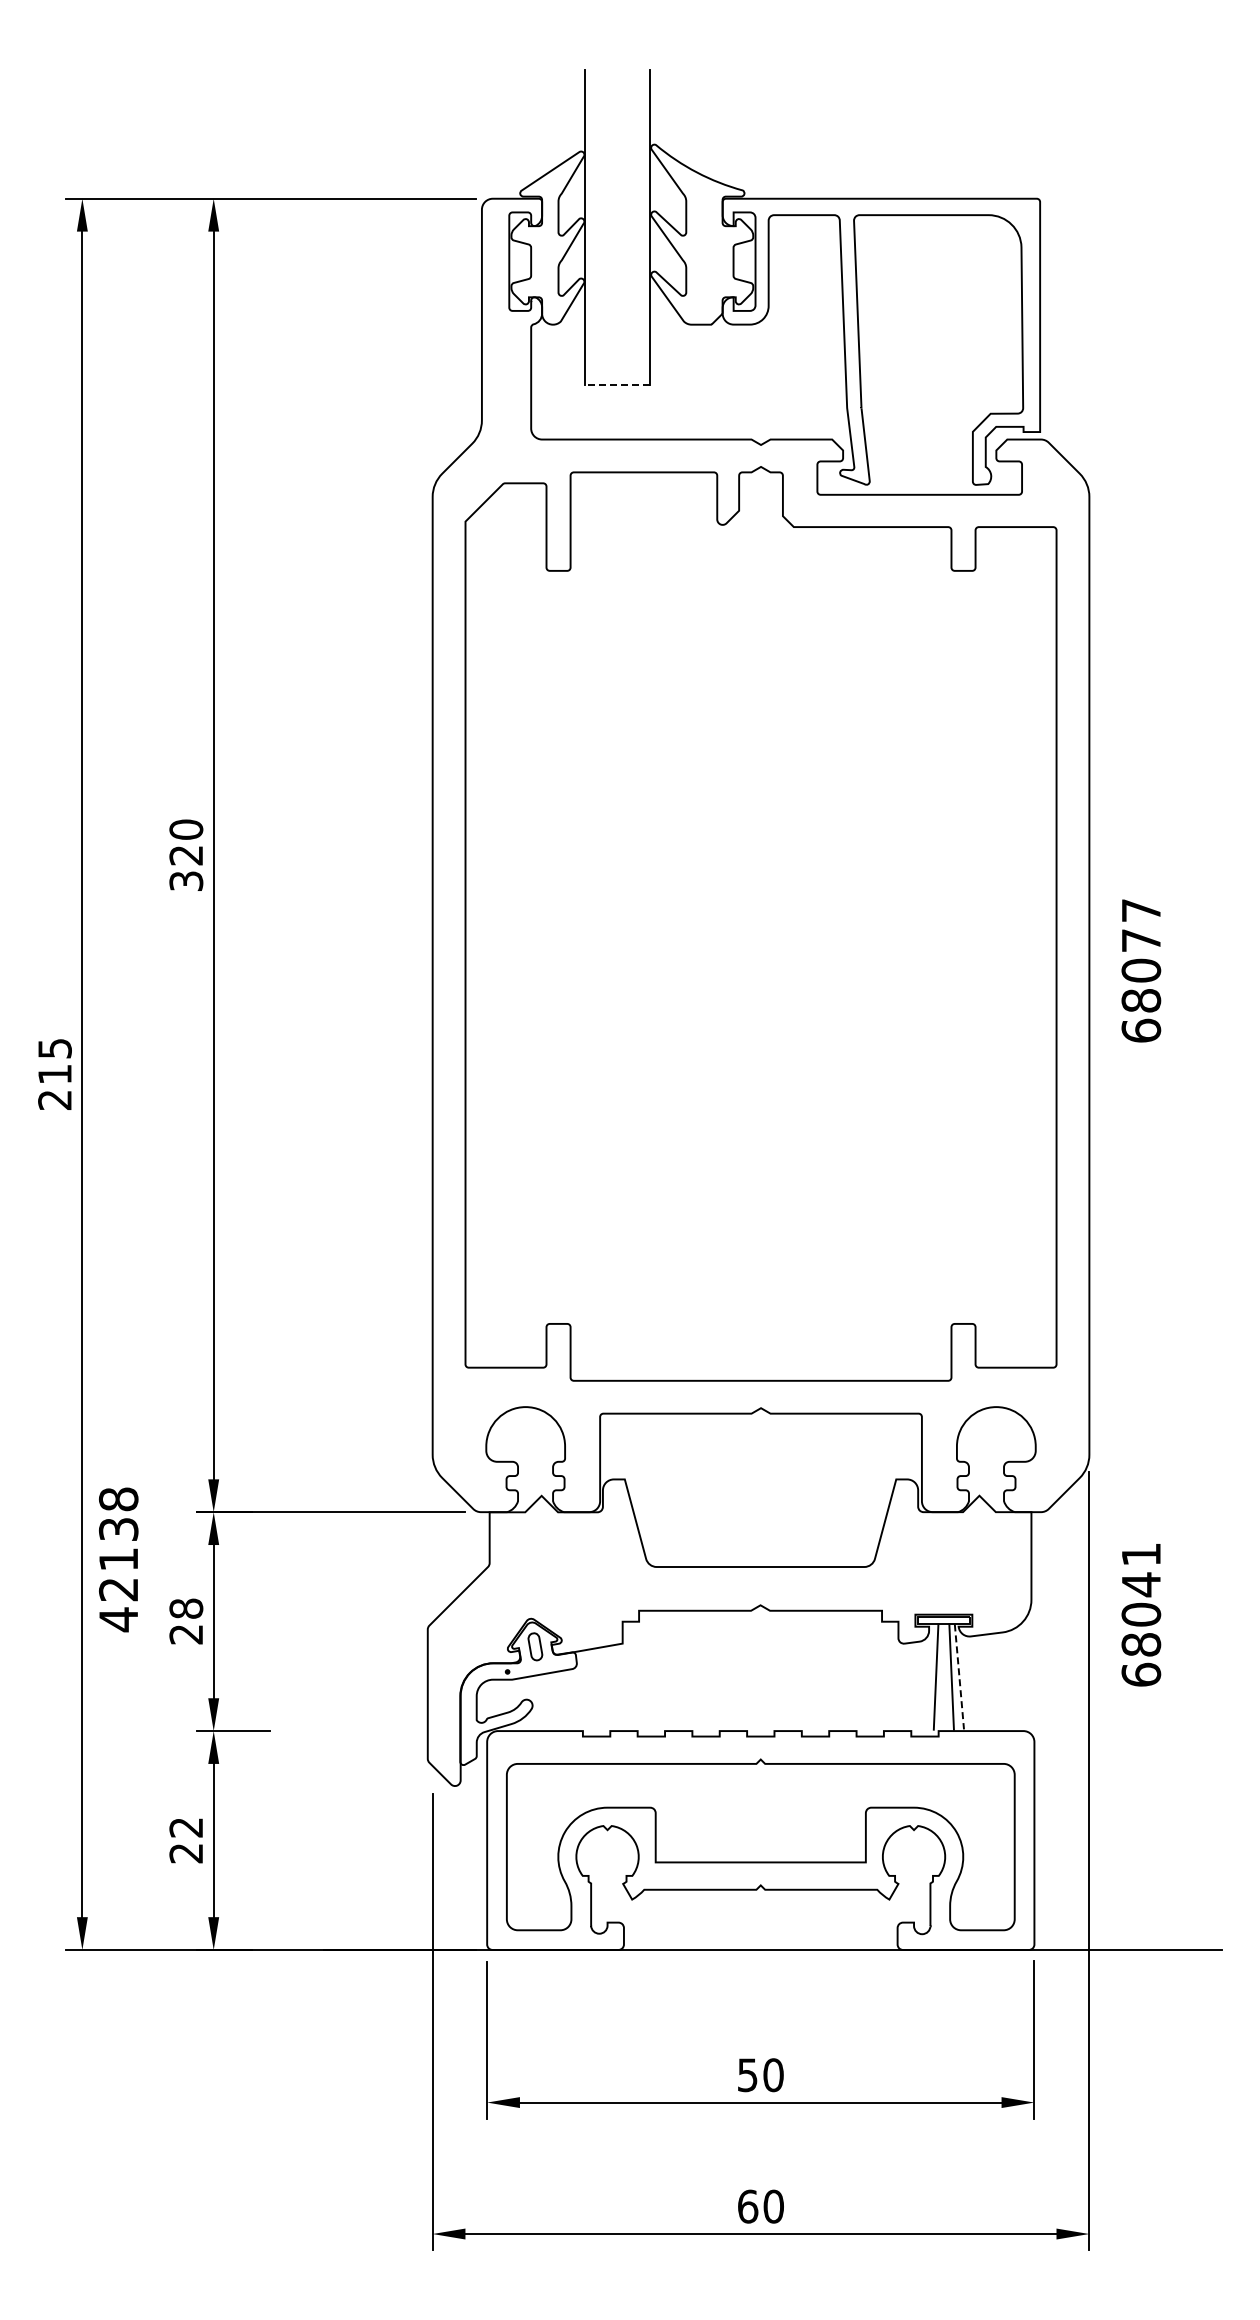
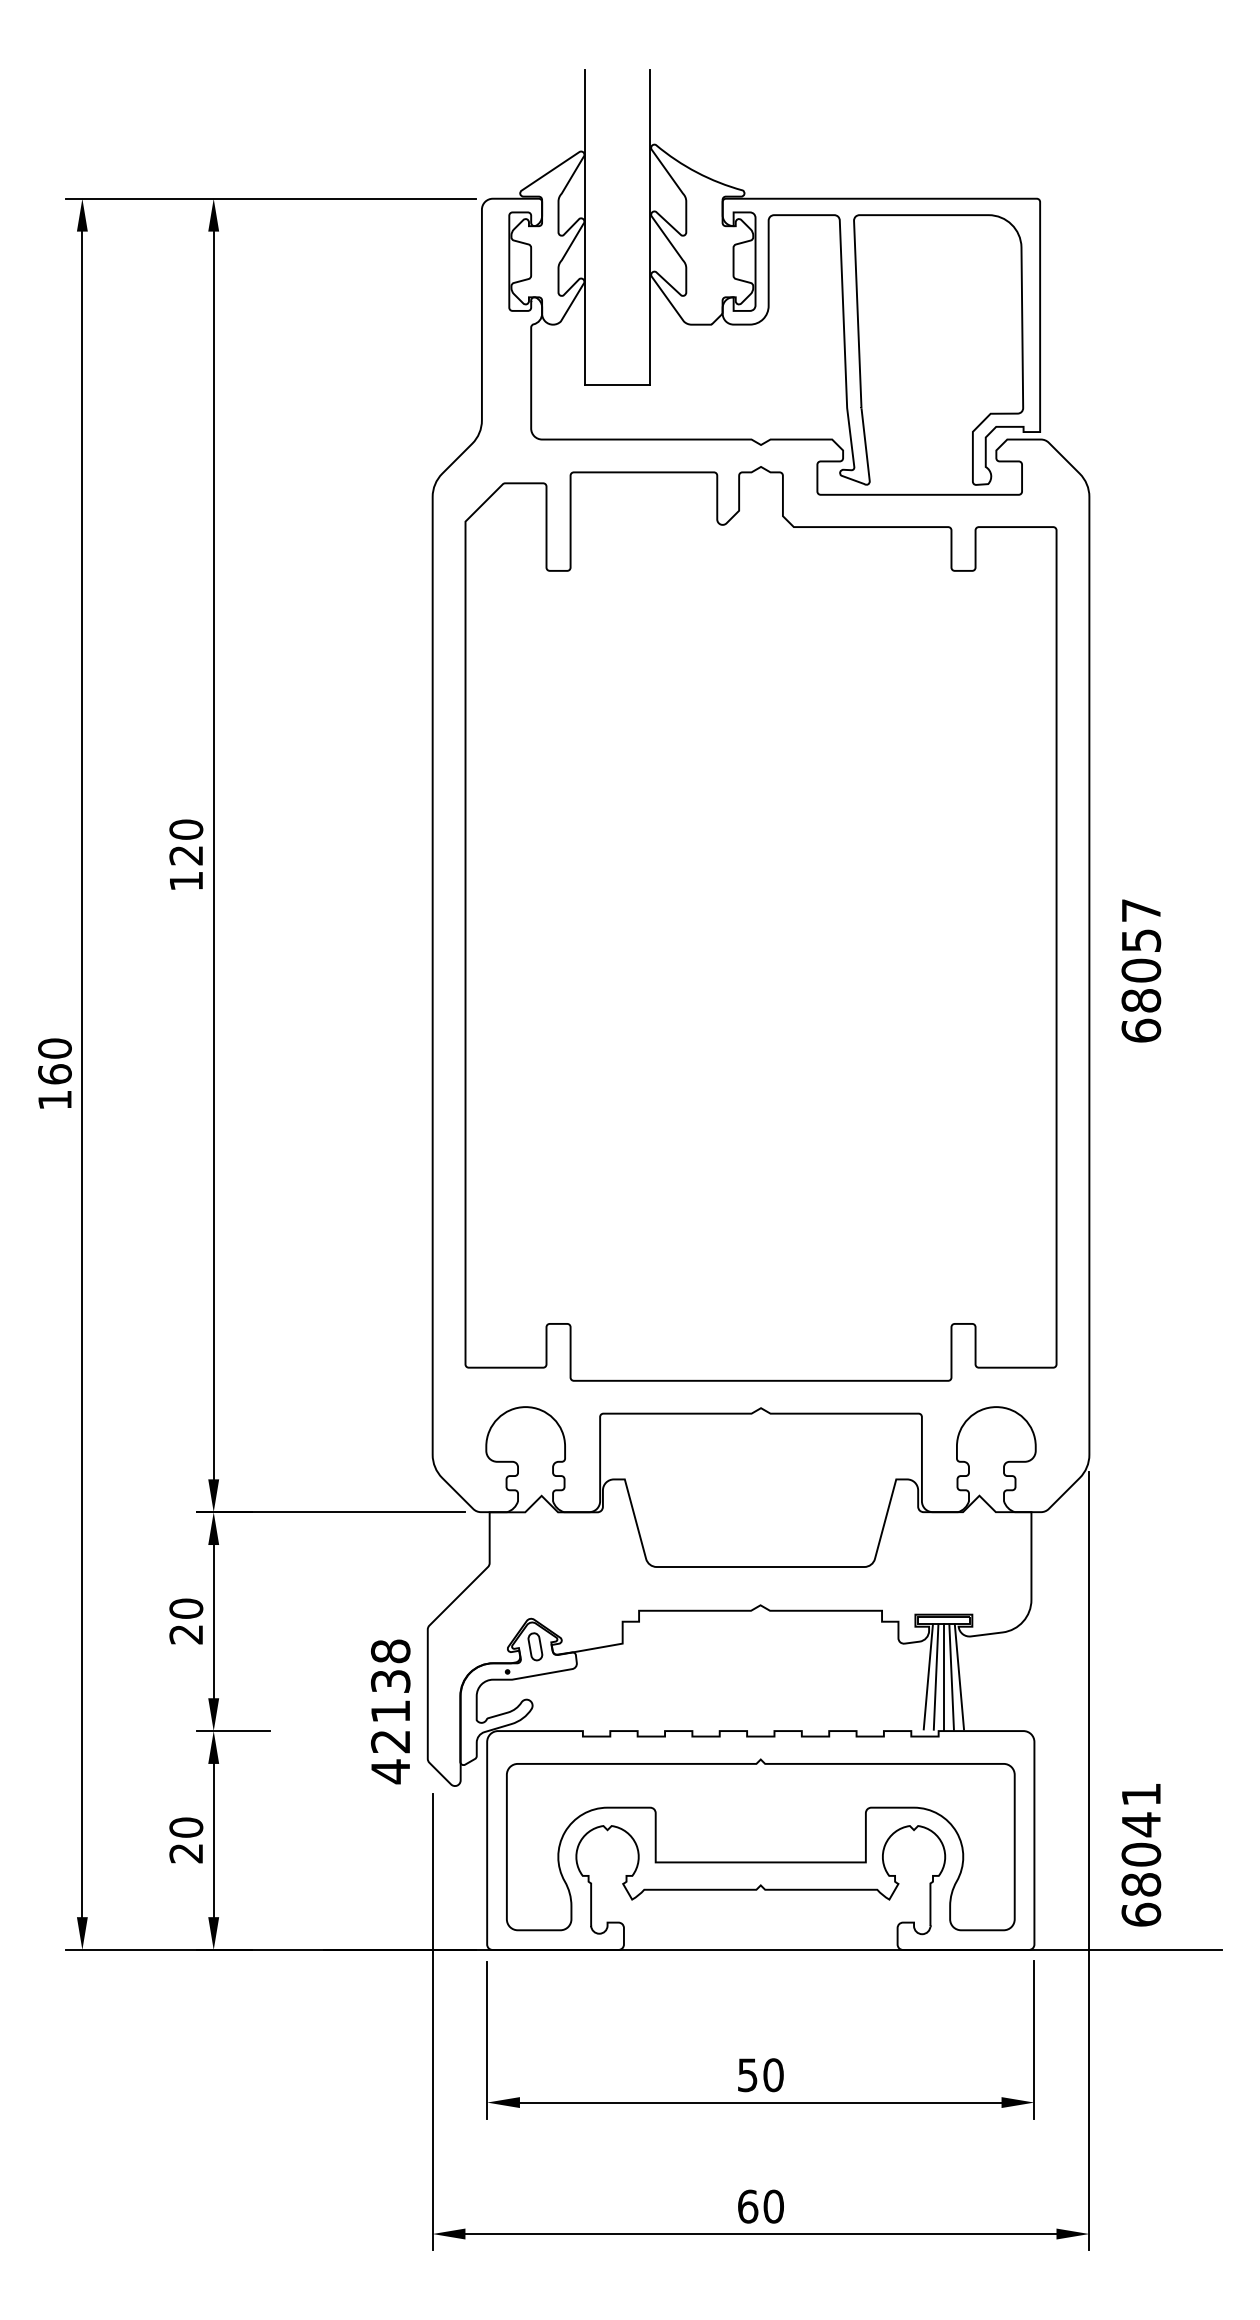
line at (617, 384): dashed -> solid
text at (186, 880): 320 -> 120
text at (1141, 940): 68077 -> 68057
text at (54, 1073): 215 -> 160
text at (118, 1559) position: (118, 1559) -> (390, 1711)
text at (186, 1608): 28 -> 20
text at (1141, 1615) position: (1141, 1615) -> (1141, 1855)
line at (927, 1676): none -> present
line at (943, 1676): none -> present
line at (959, 1676): dashed -> solid
text at (186, 1827): 22 -> 20
